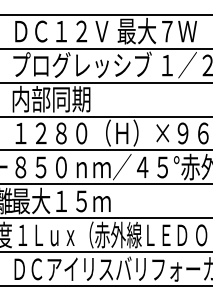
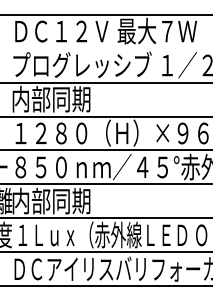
line at (105, 48): present -> none
text at (61, 200): 最大１５ｍ -> 内部同期
